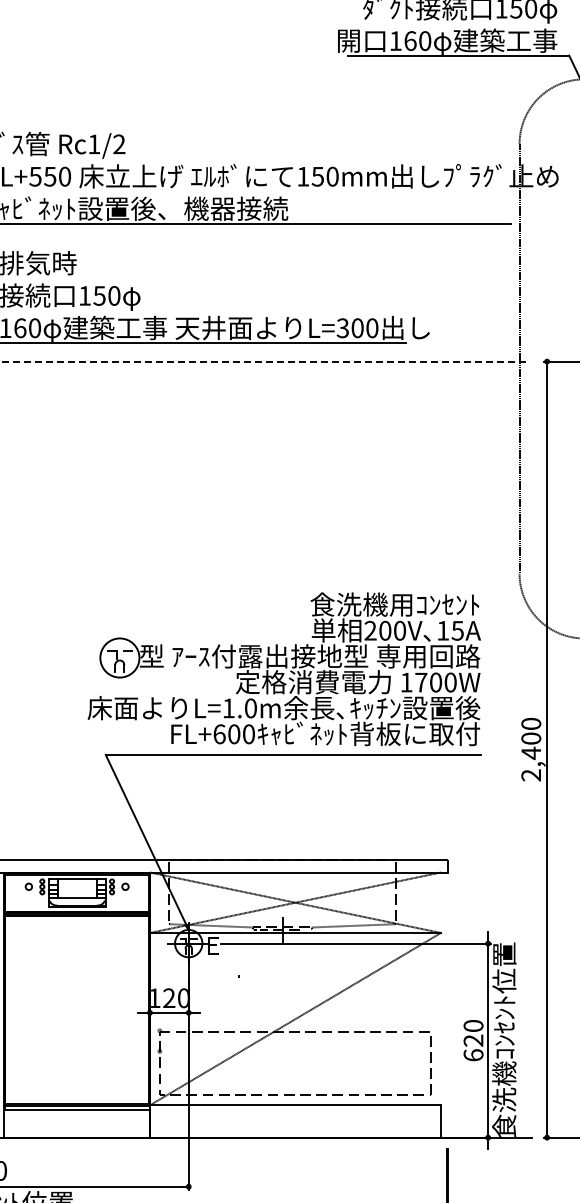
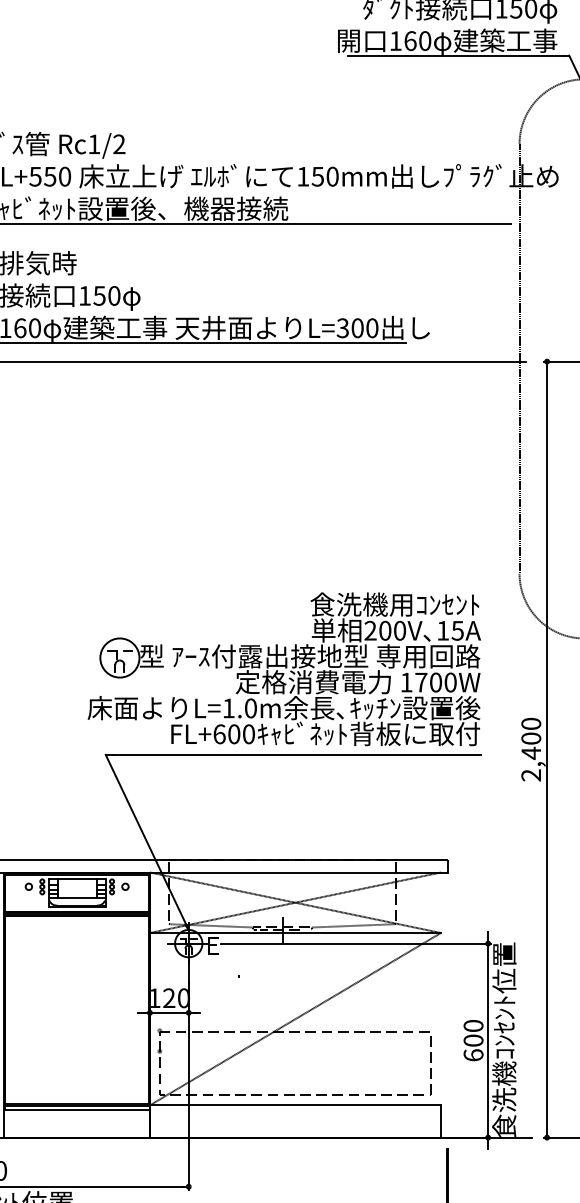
line at (262, 361): dashed -> solid
text at (473, 1040): 620 -> 600
